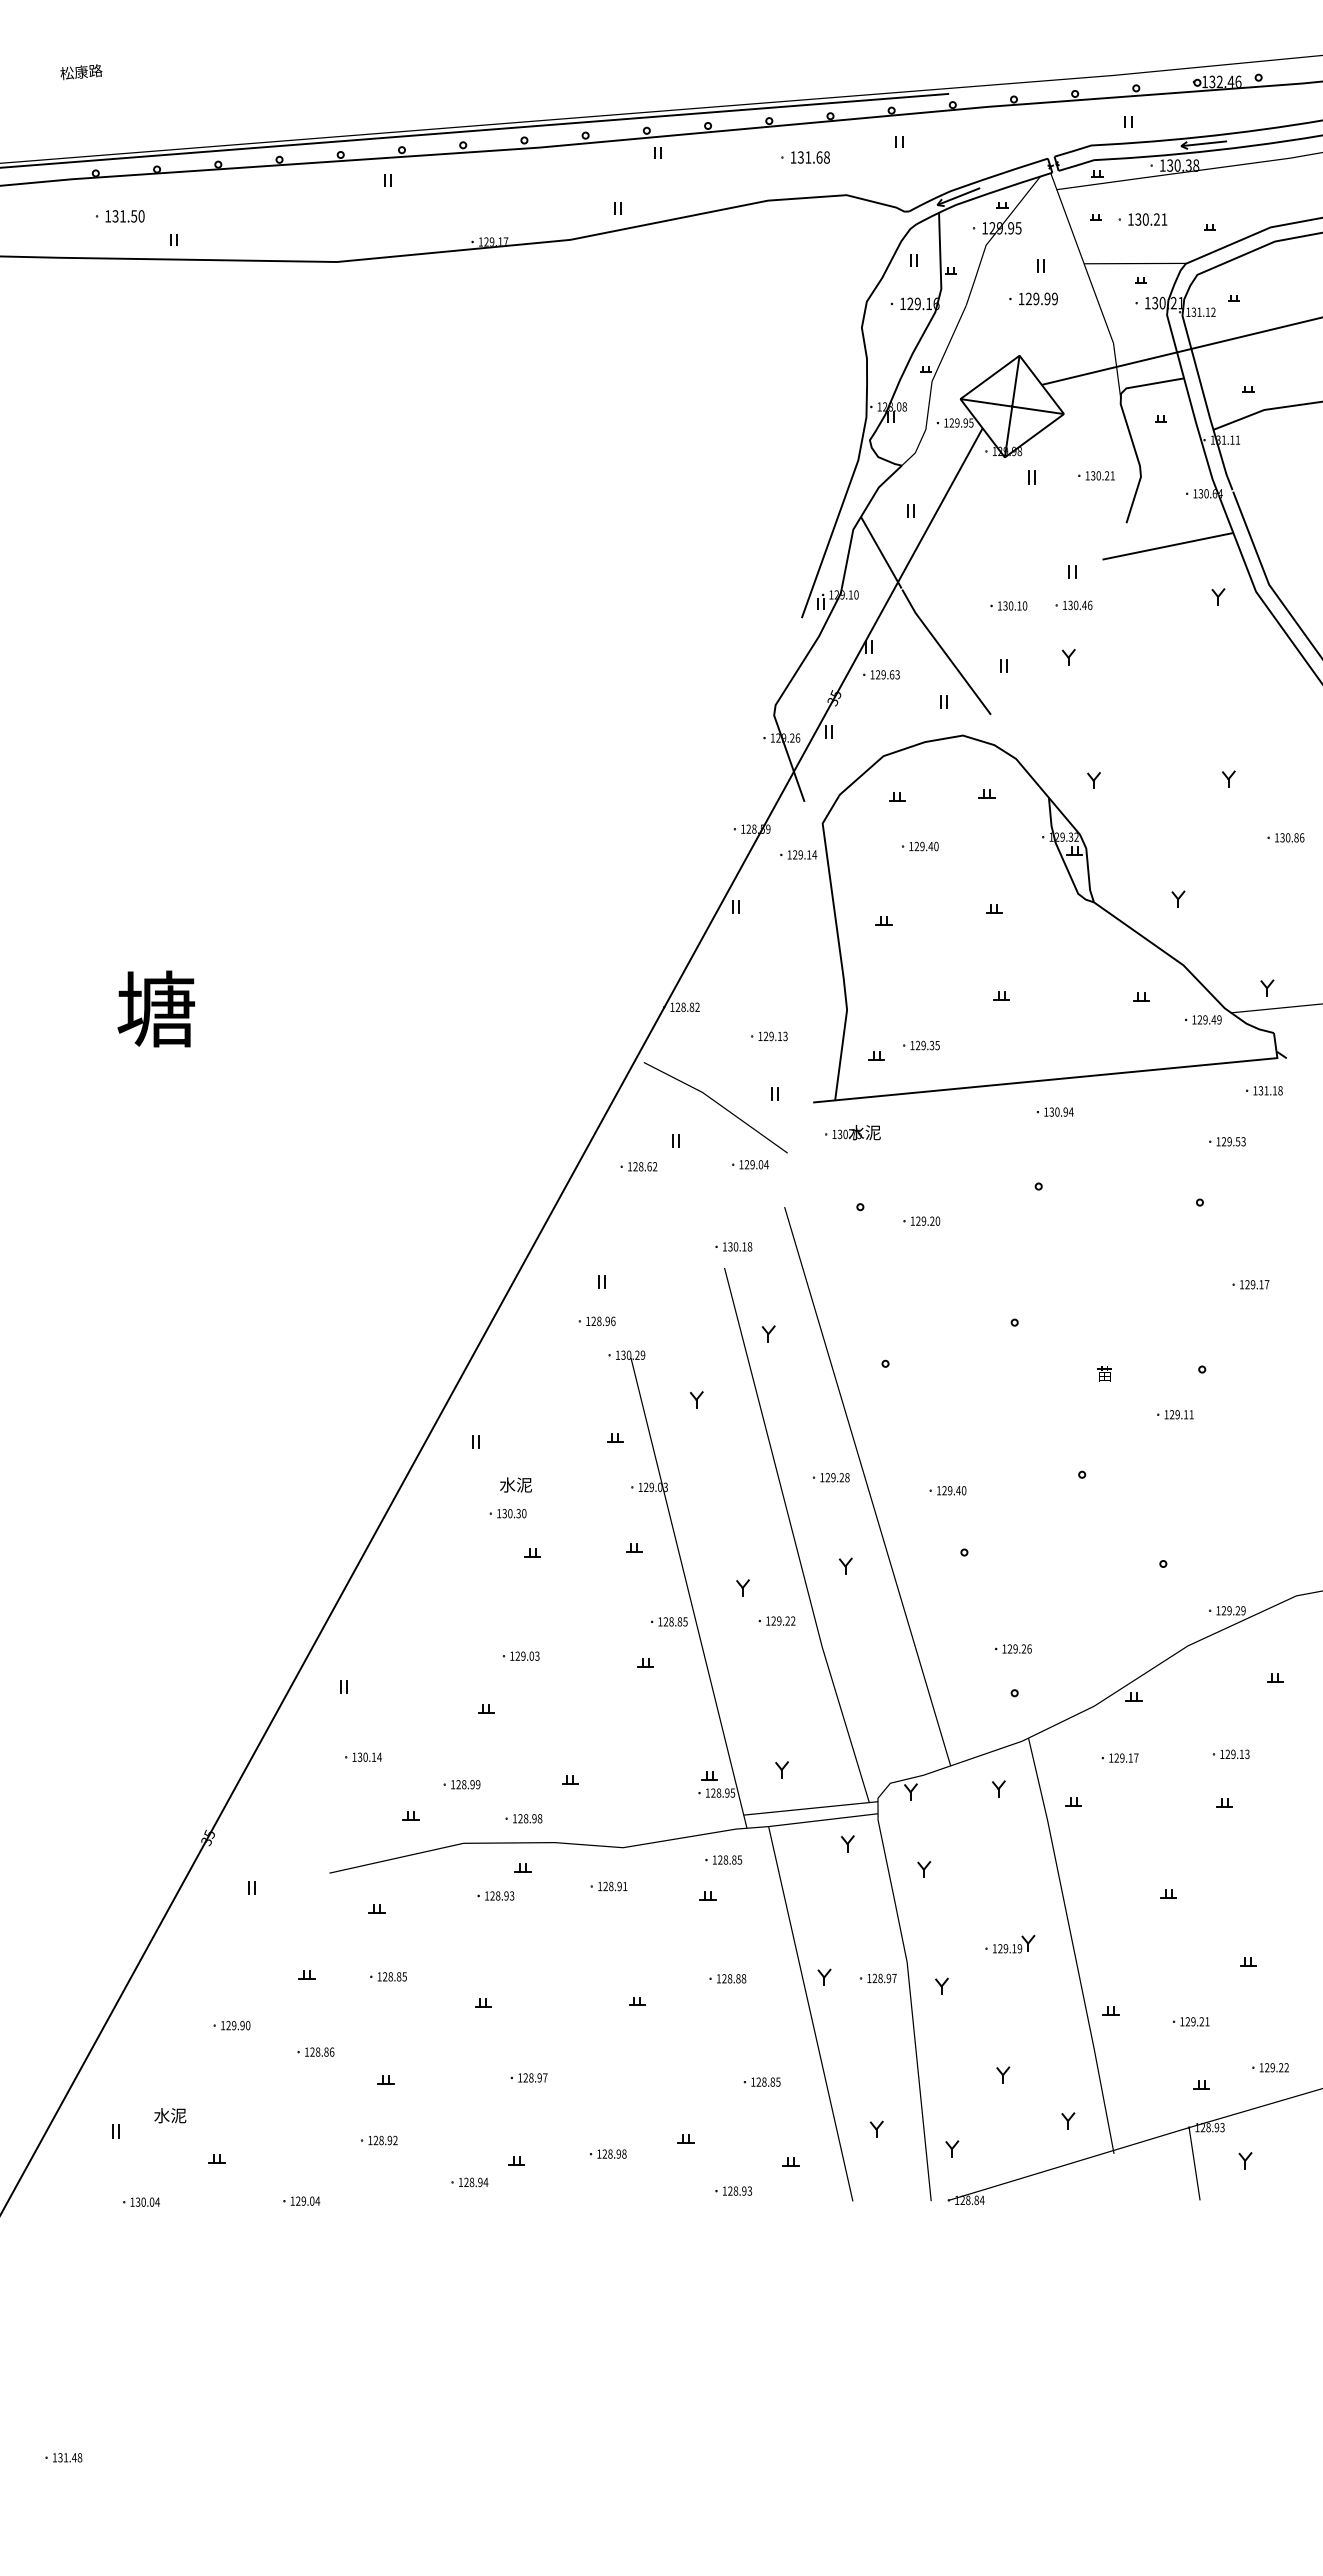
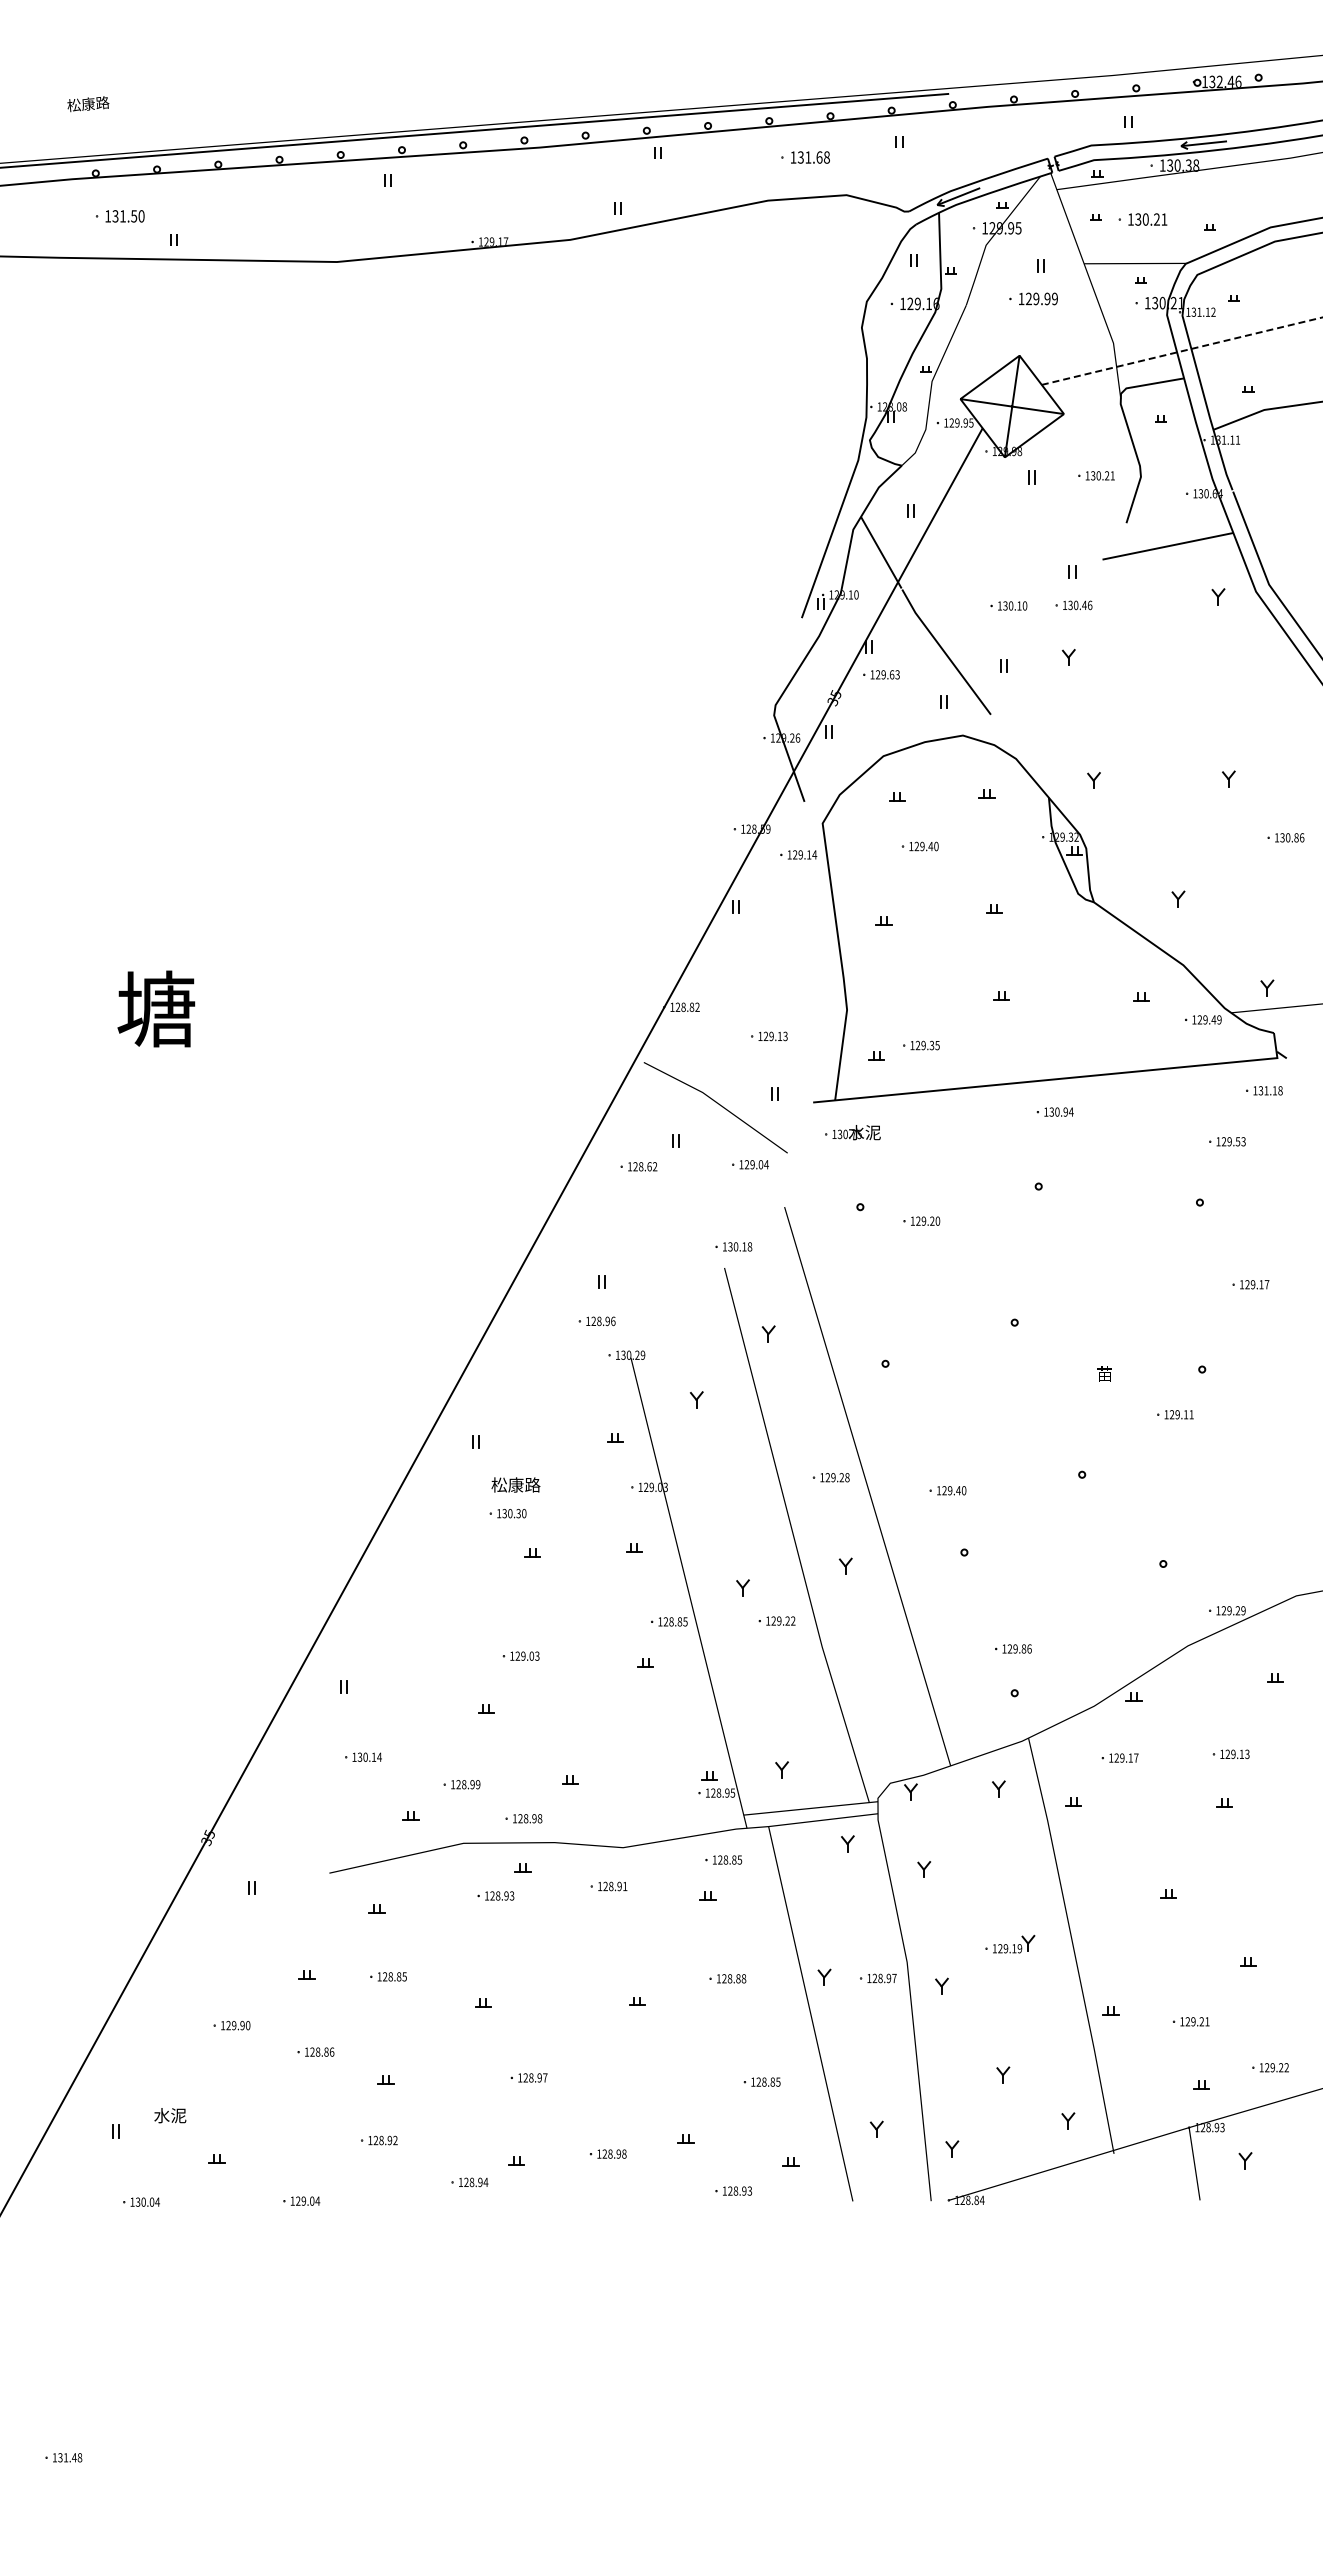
text at (81, 72) position: (81, 72) -> (88, 104)
line at (1182, 351): solid -> dashed
text at (515, 1484): 水泥 -> 松康路
text at (1023, 1648): 129.26 -> 129.86
